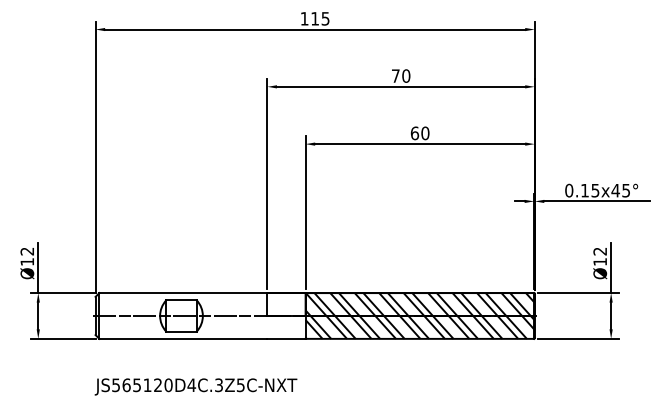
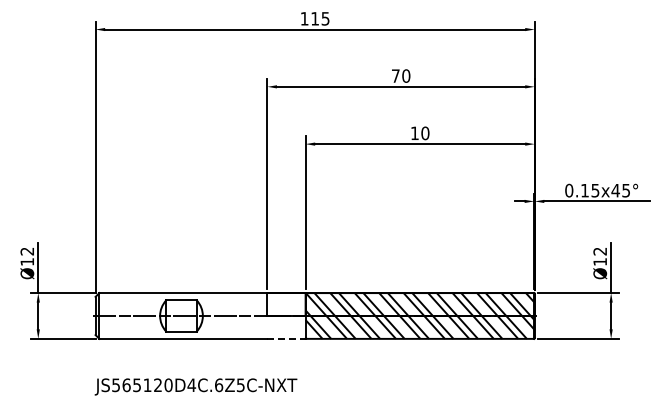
text at (414, 133): 60 -> 10
line at (287, 338): solid -> dashed
text at (219, 385): JS565120D4C.3Z5C-NXT -> JS565120D4C.6Z5C-NXT
